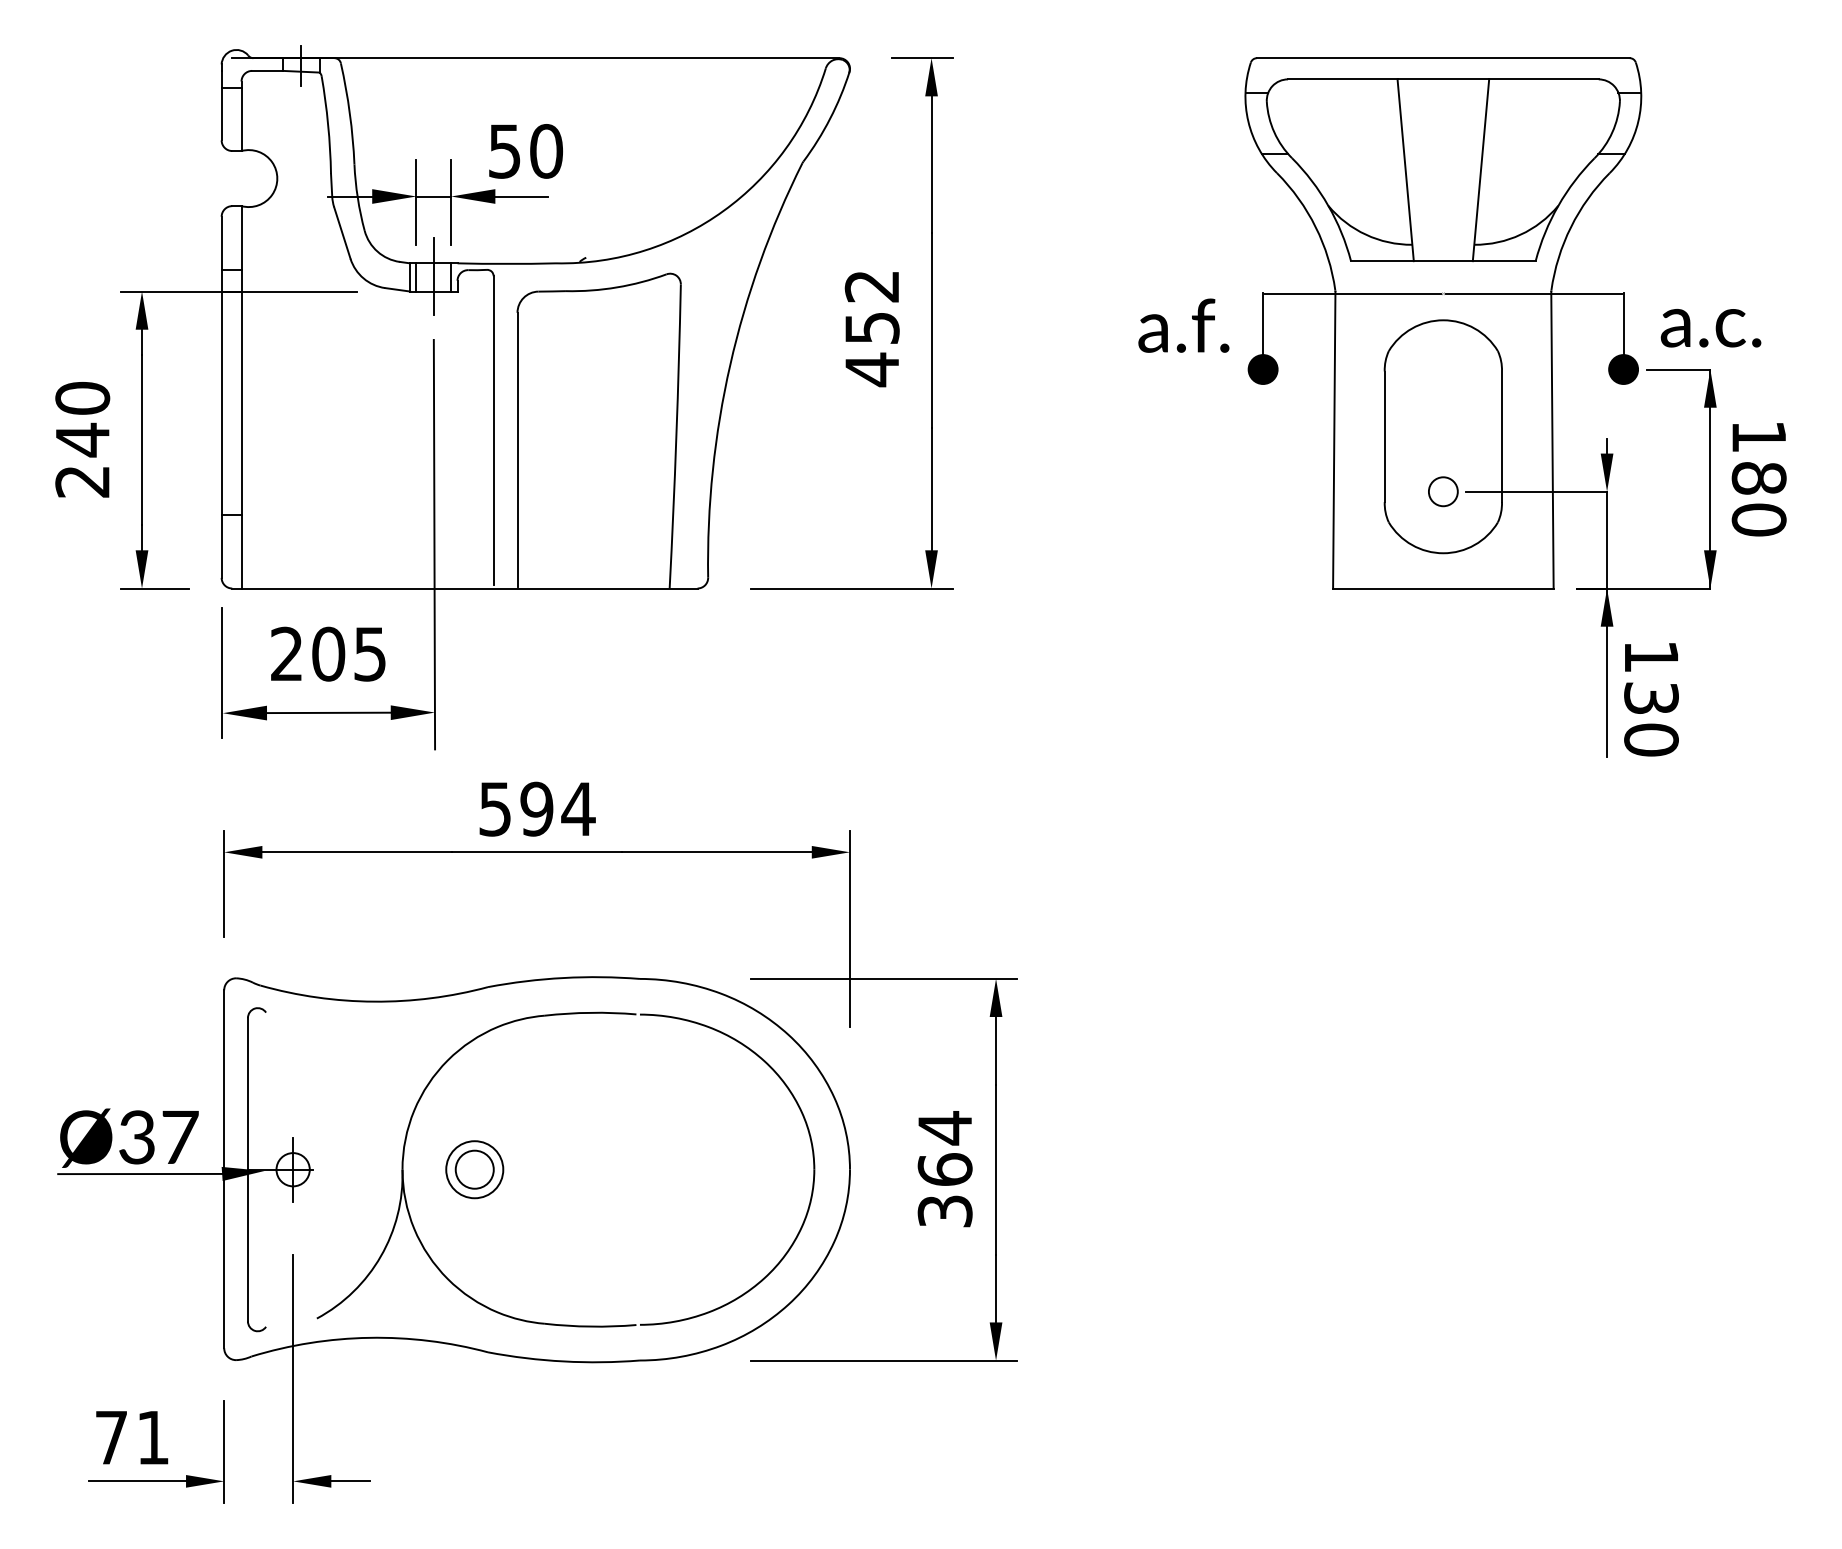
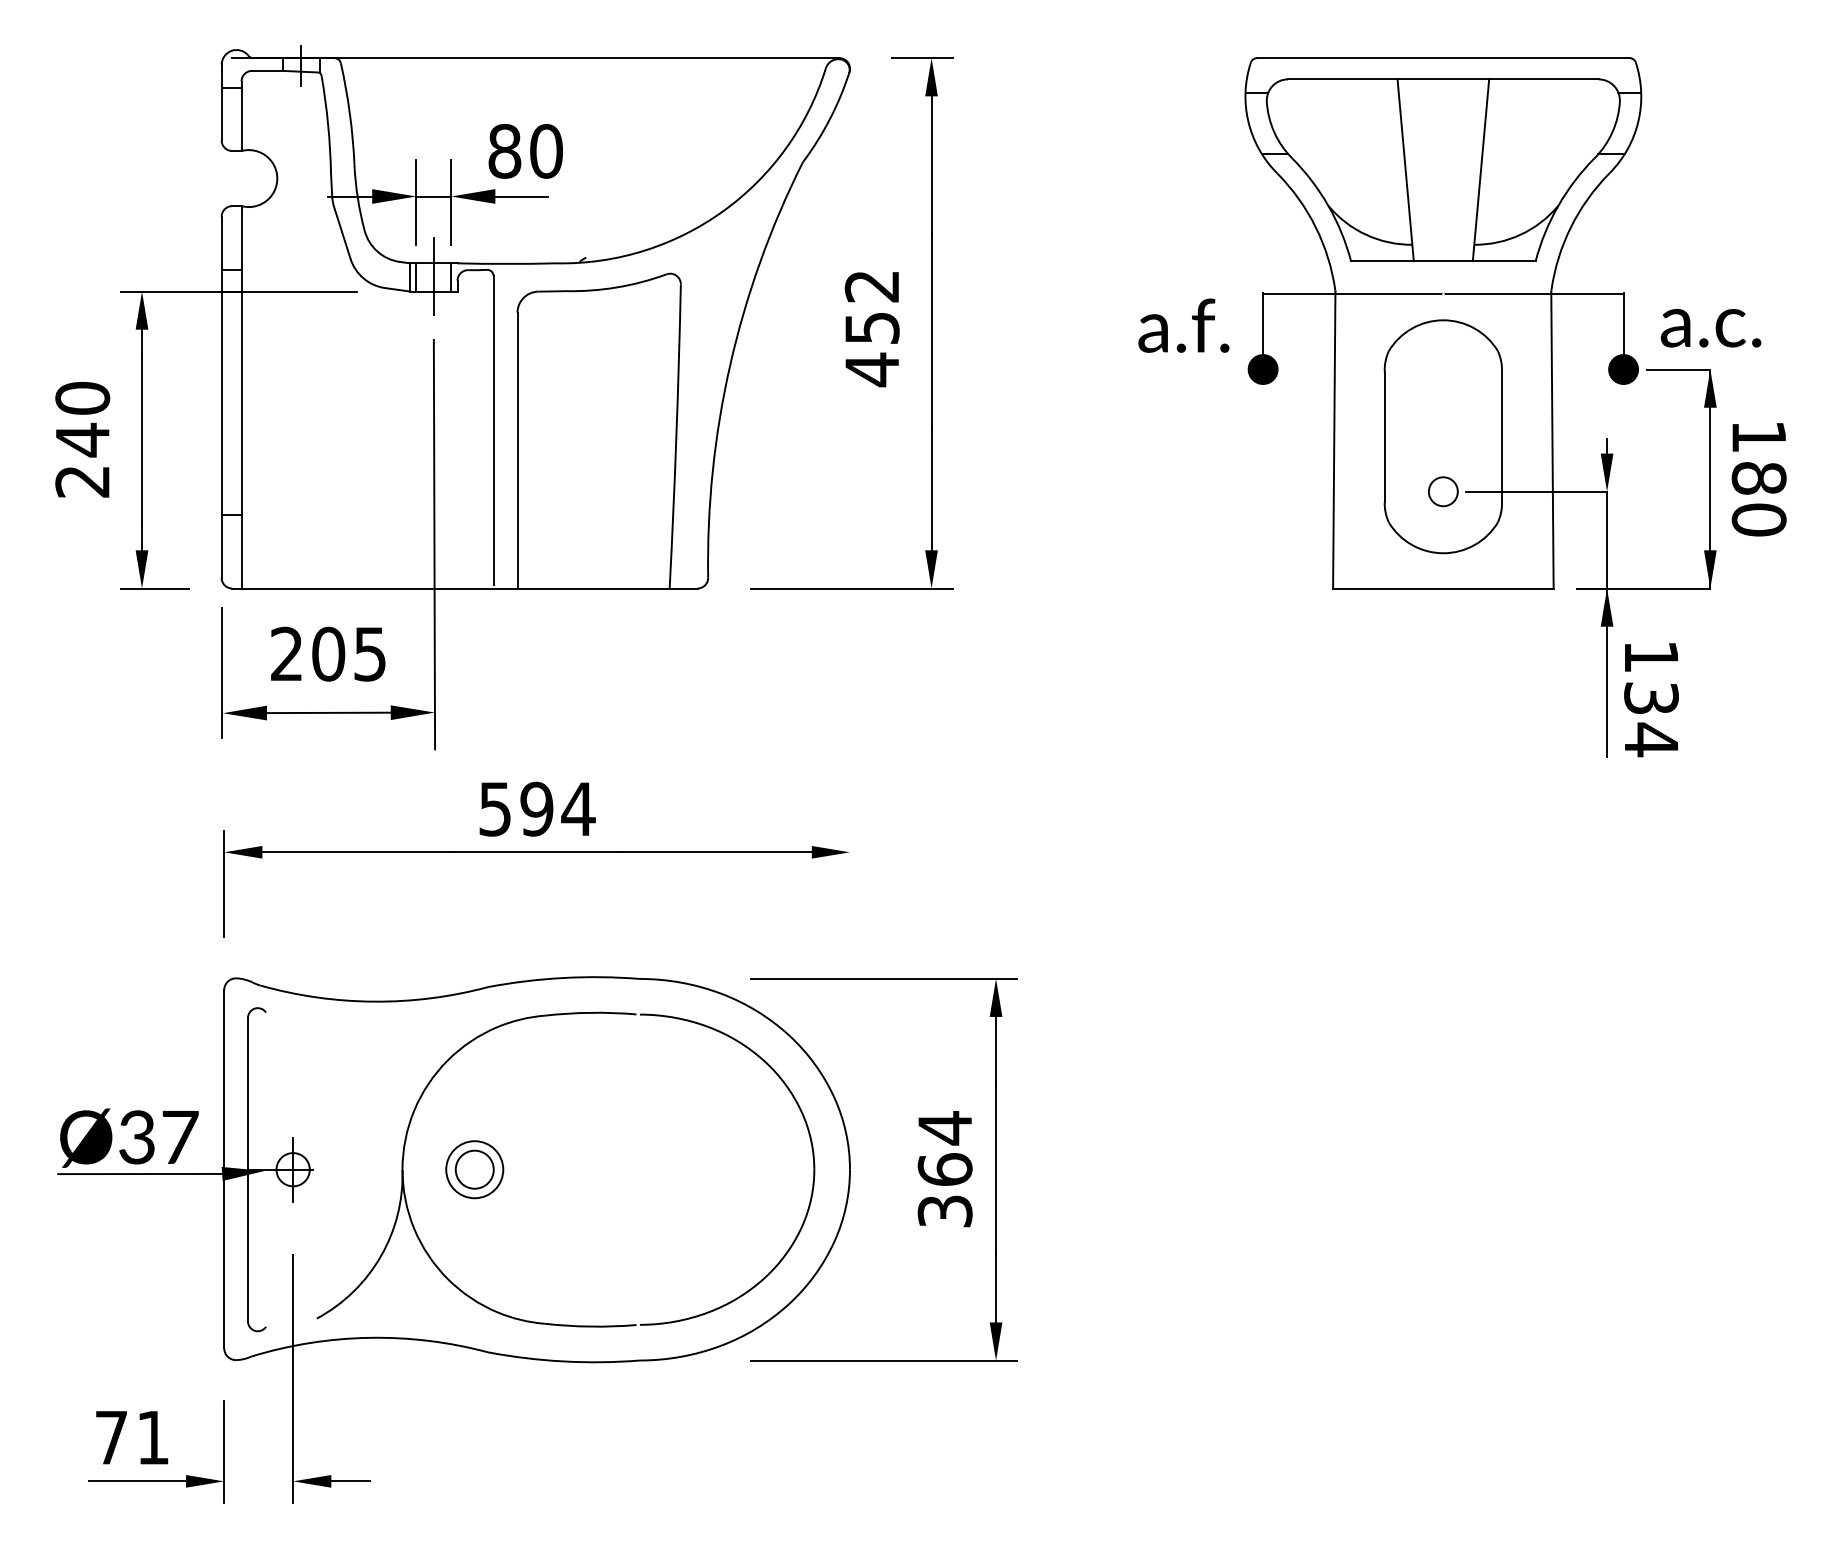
text at (504, 151): 50 -> 80
text at (1651, 739): 130 -> 134
line at (850, 928): present -> none
